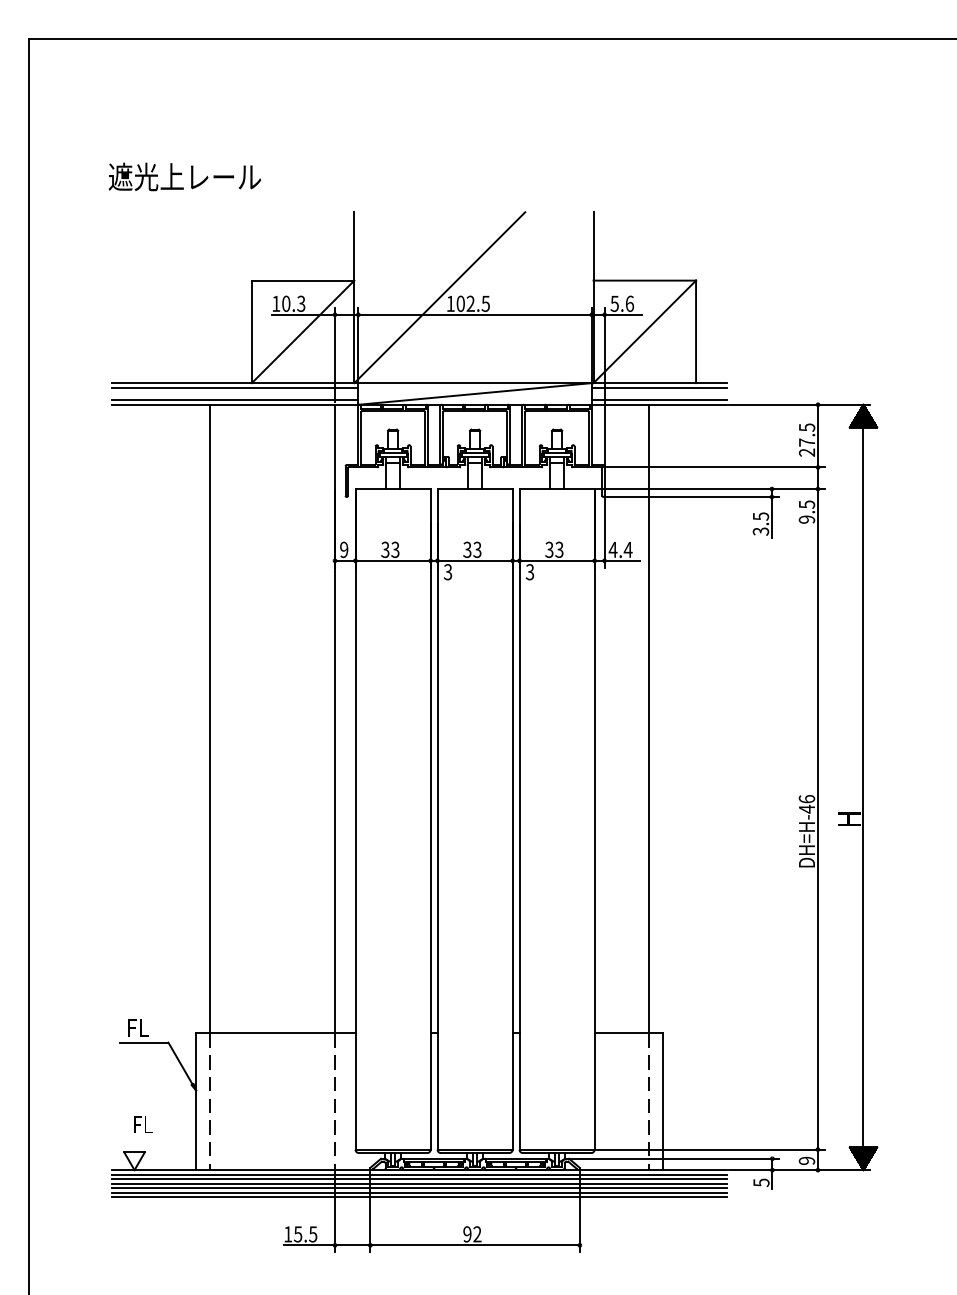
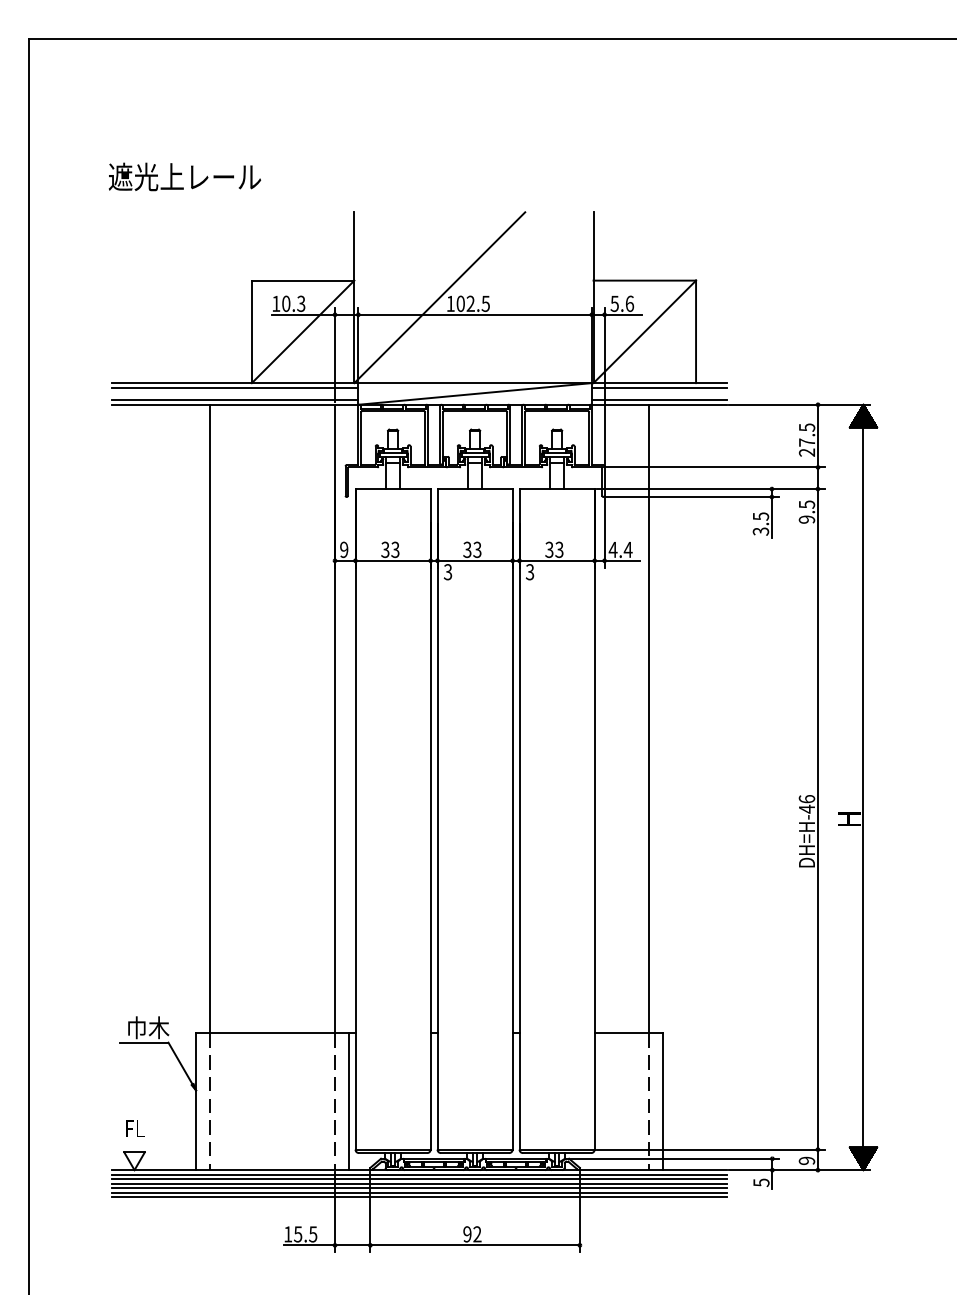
text at (148, 1027): FL -> 巾木
line at (348, 1101): none -> present
text at (143, 1124) position: (143, 1124) -> (135, 1128)
